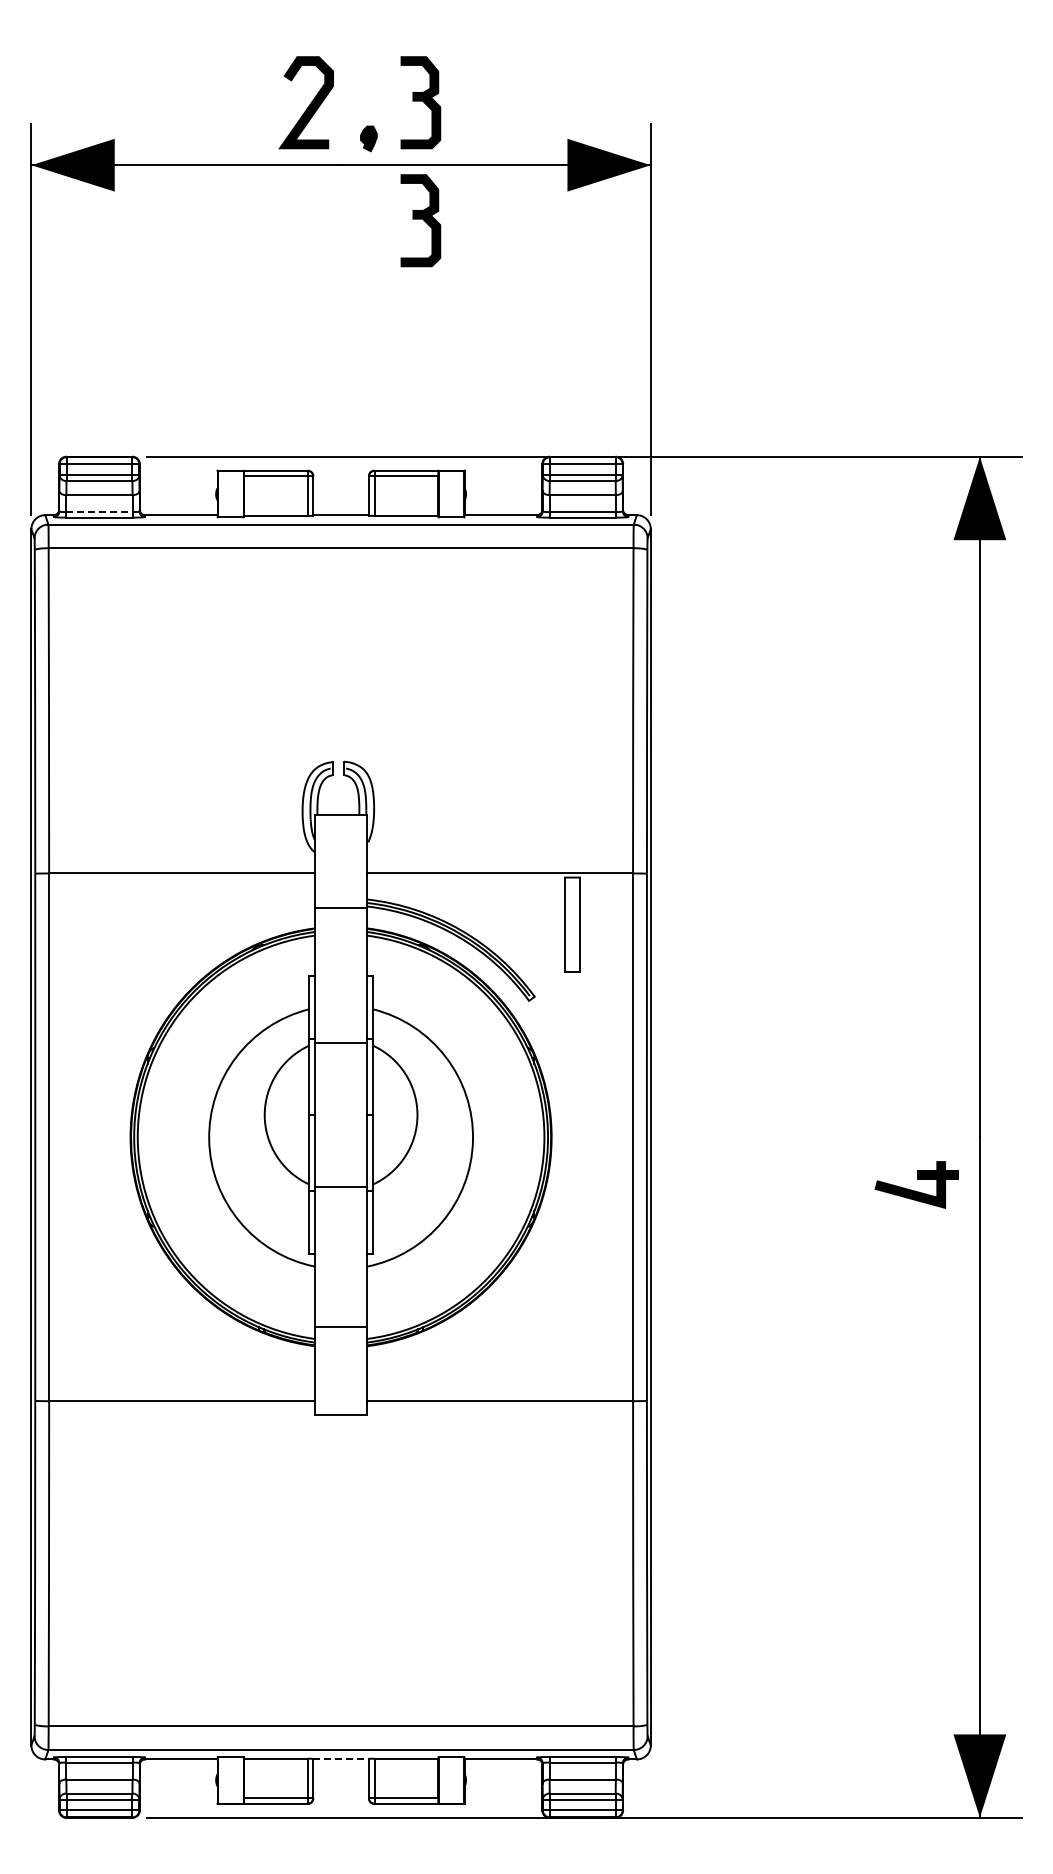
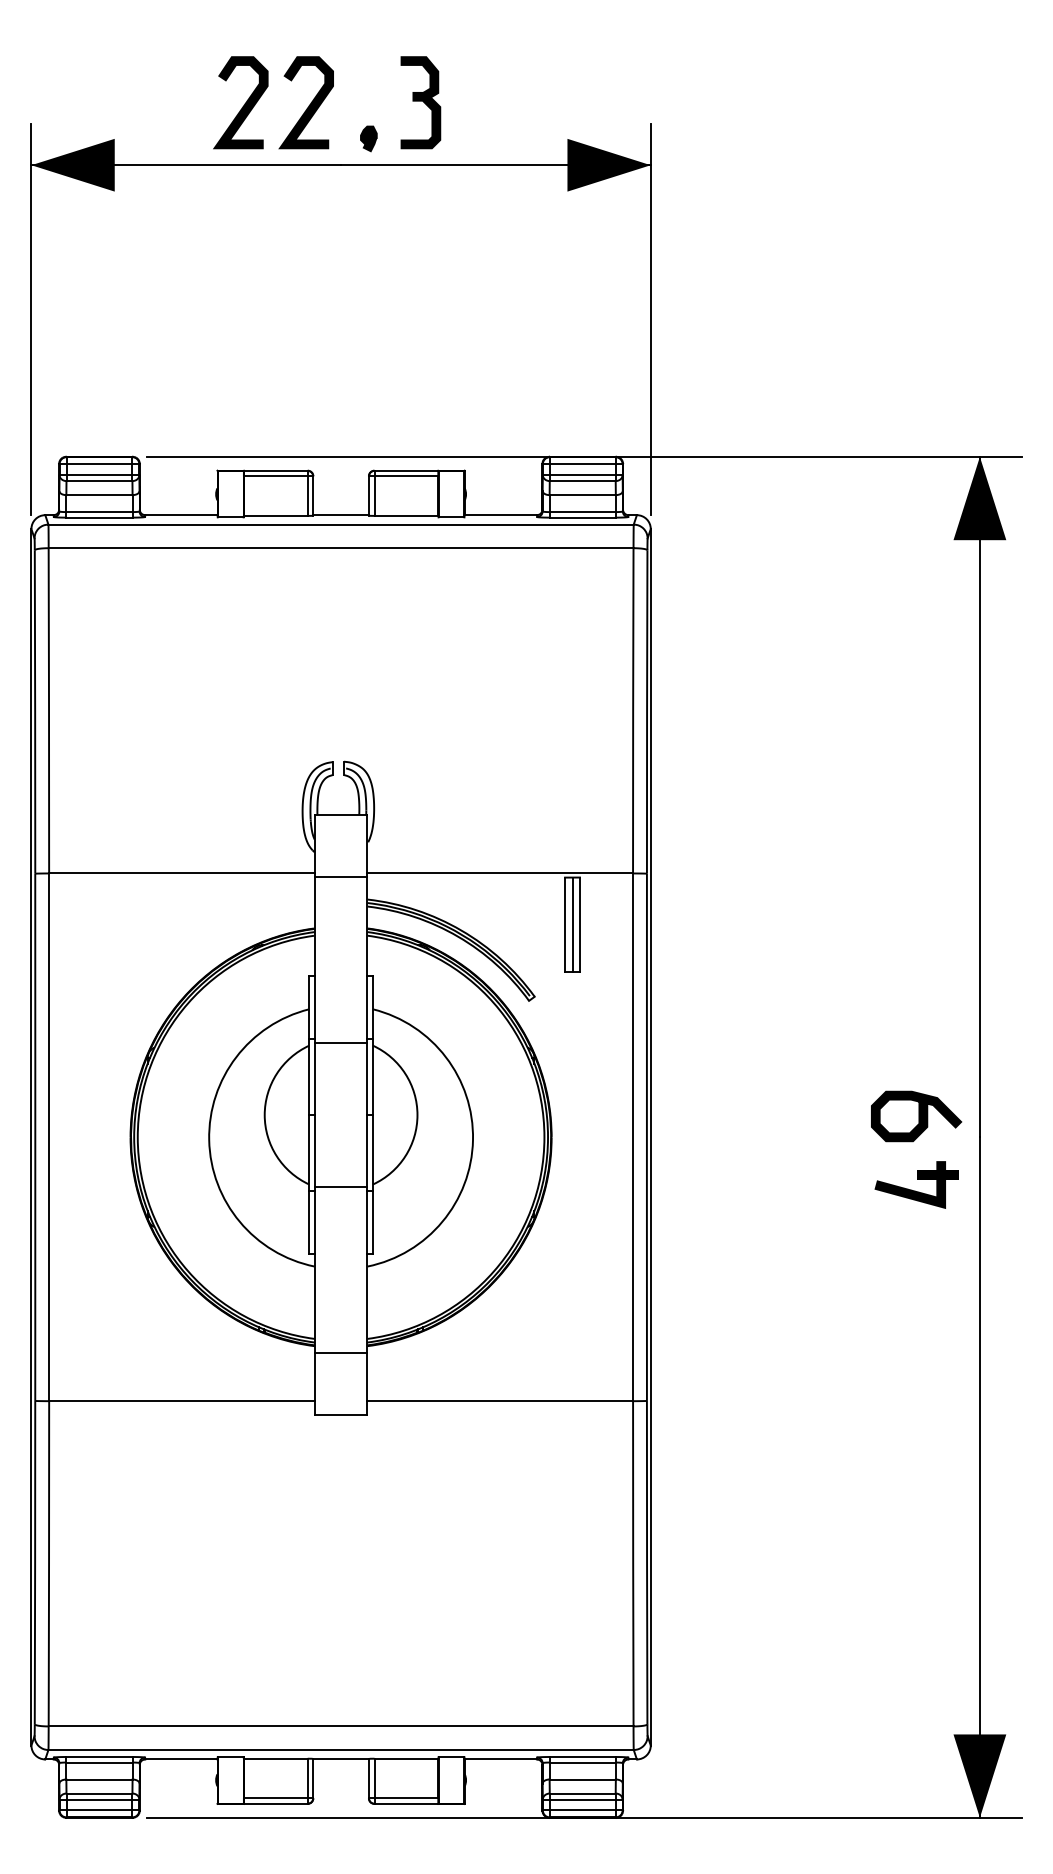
curve at (244, 103): none -> present
part at (420, 220): present -> none
line at (99, 512): dashed -> solid
line at (340, 907) position: (340, 907) -> (340, 876)
line at (573, 924): none -> present
curve at (918, 1116): none -> present
line at (340, 1327) position: (340, 1327) -> (340, 1353)
line at (341, 1759): dashed -> solid
